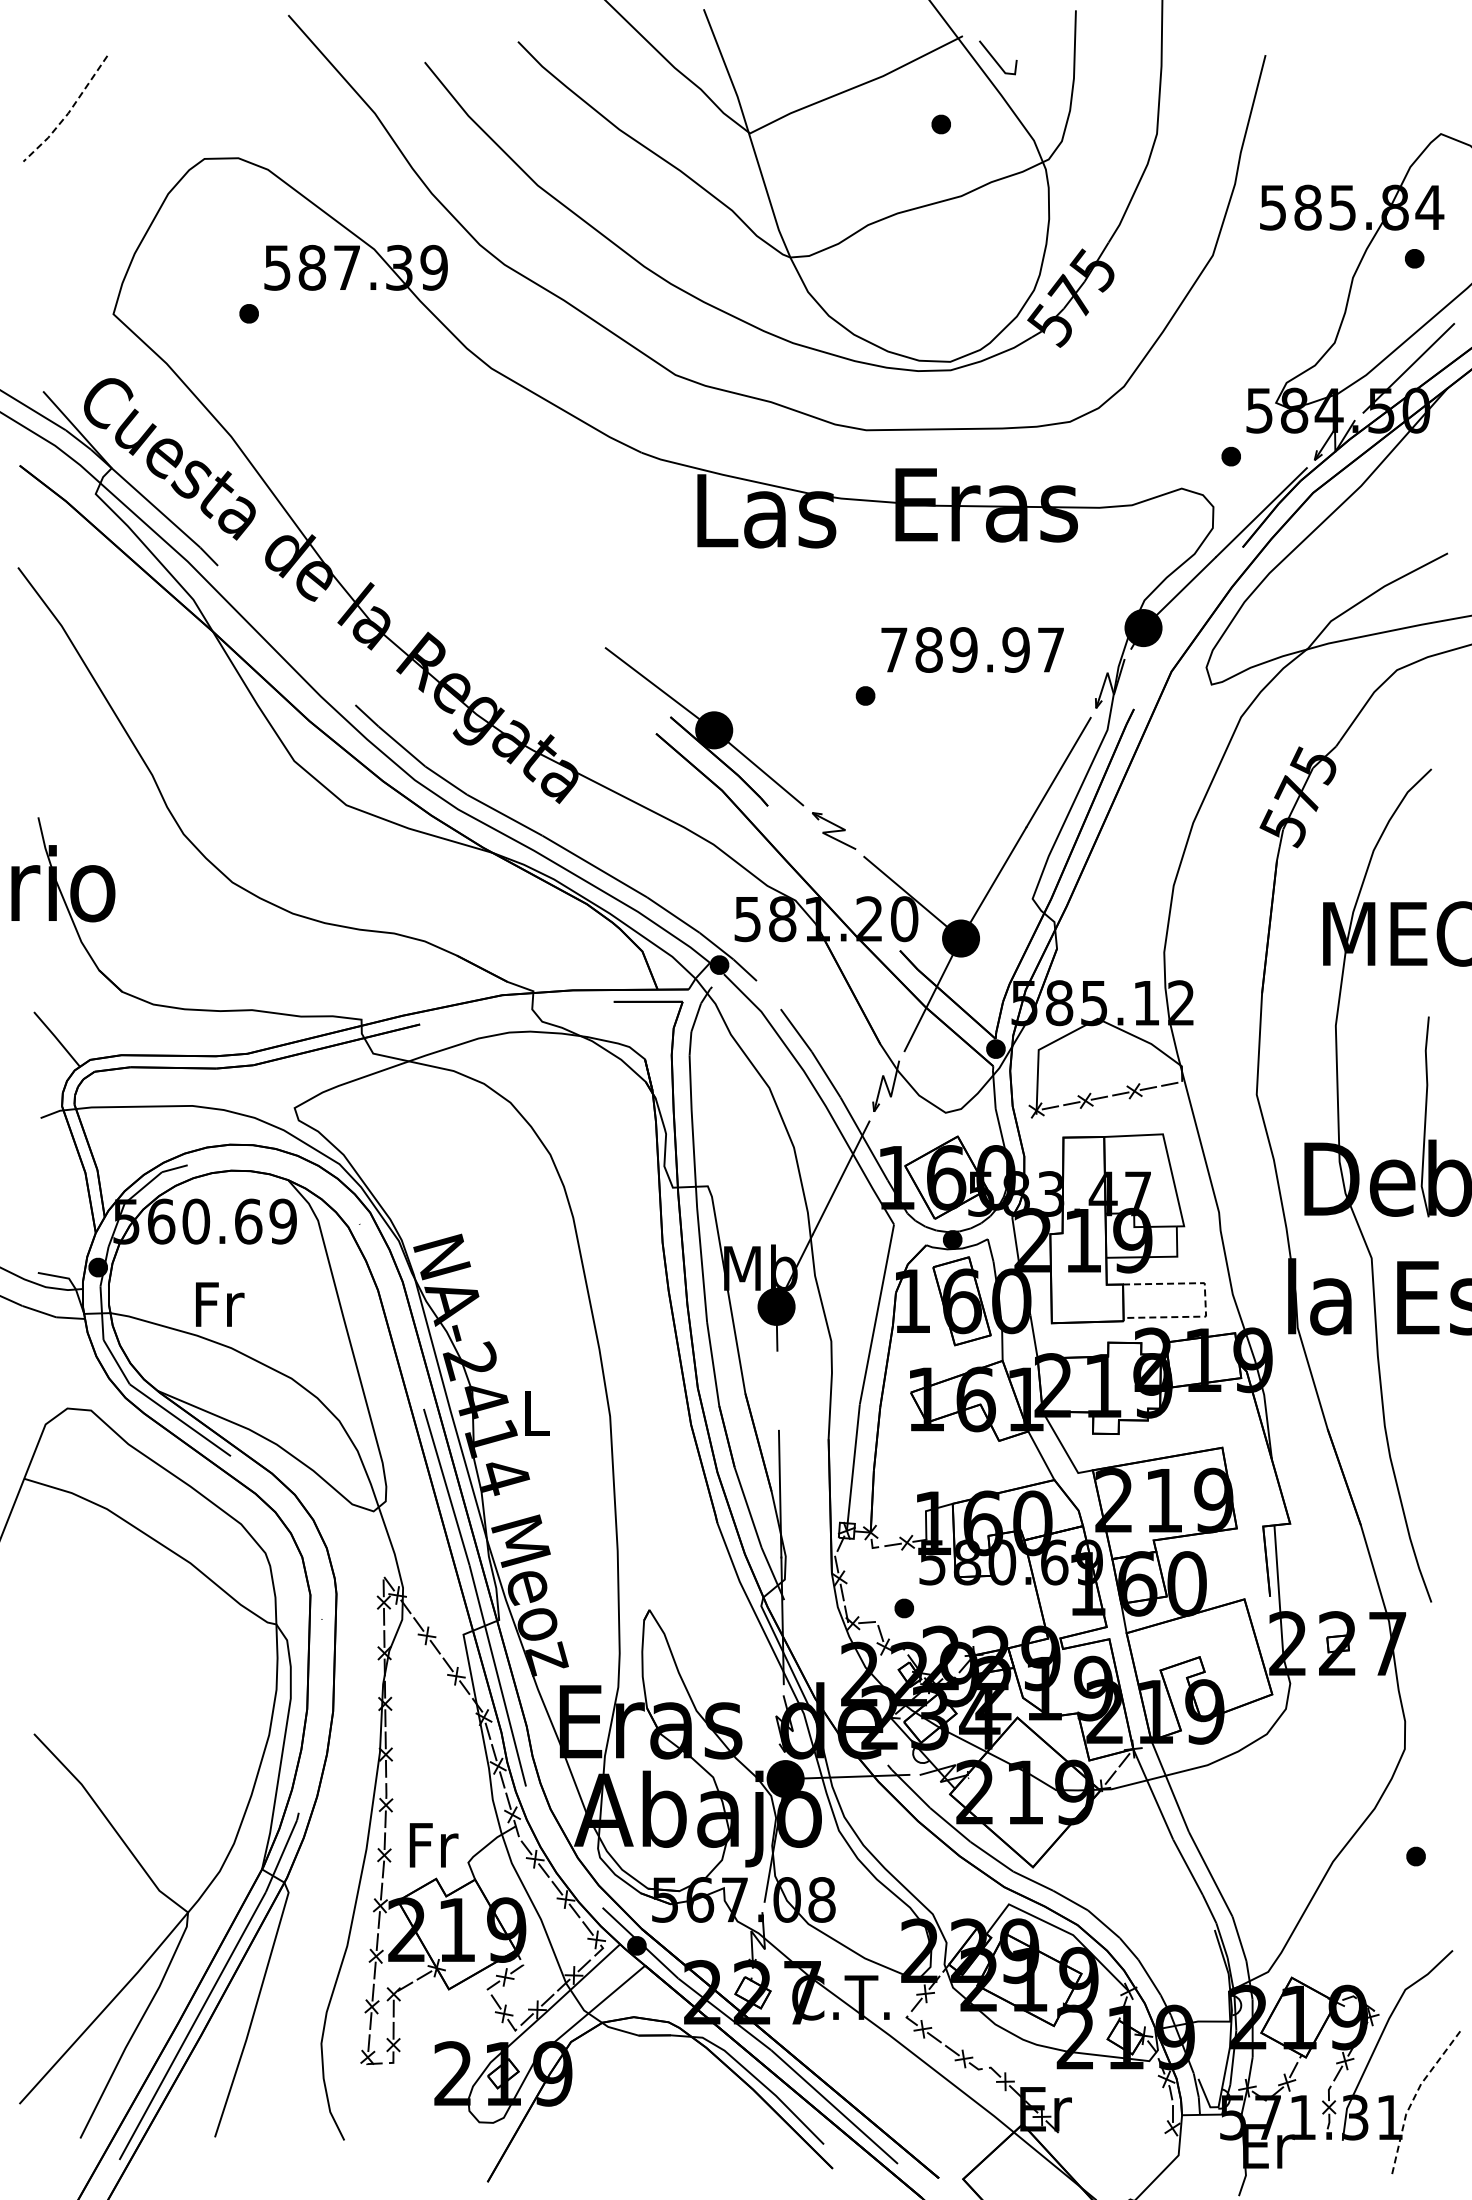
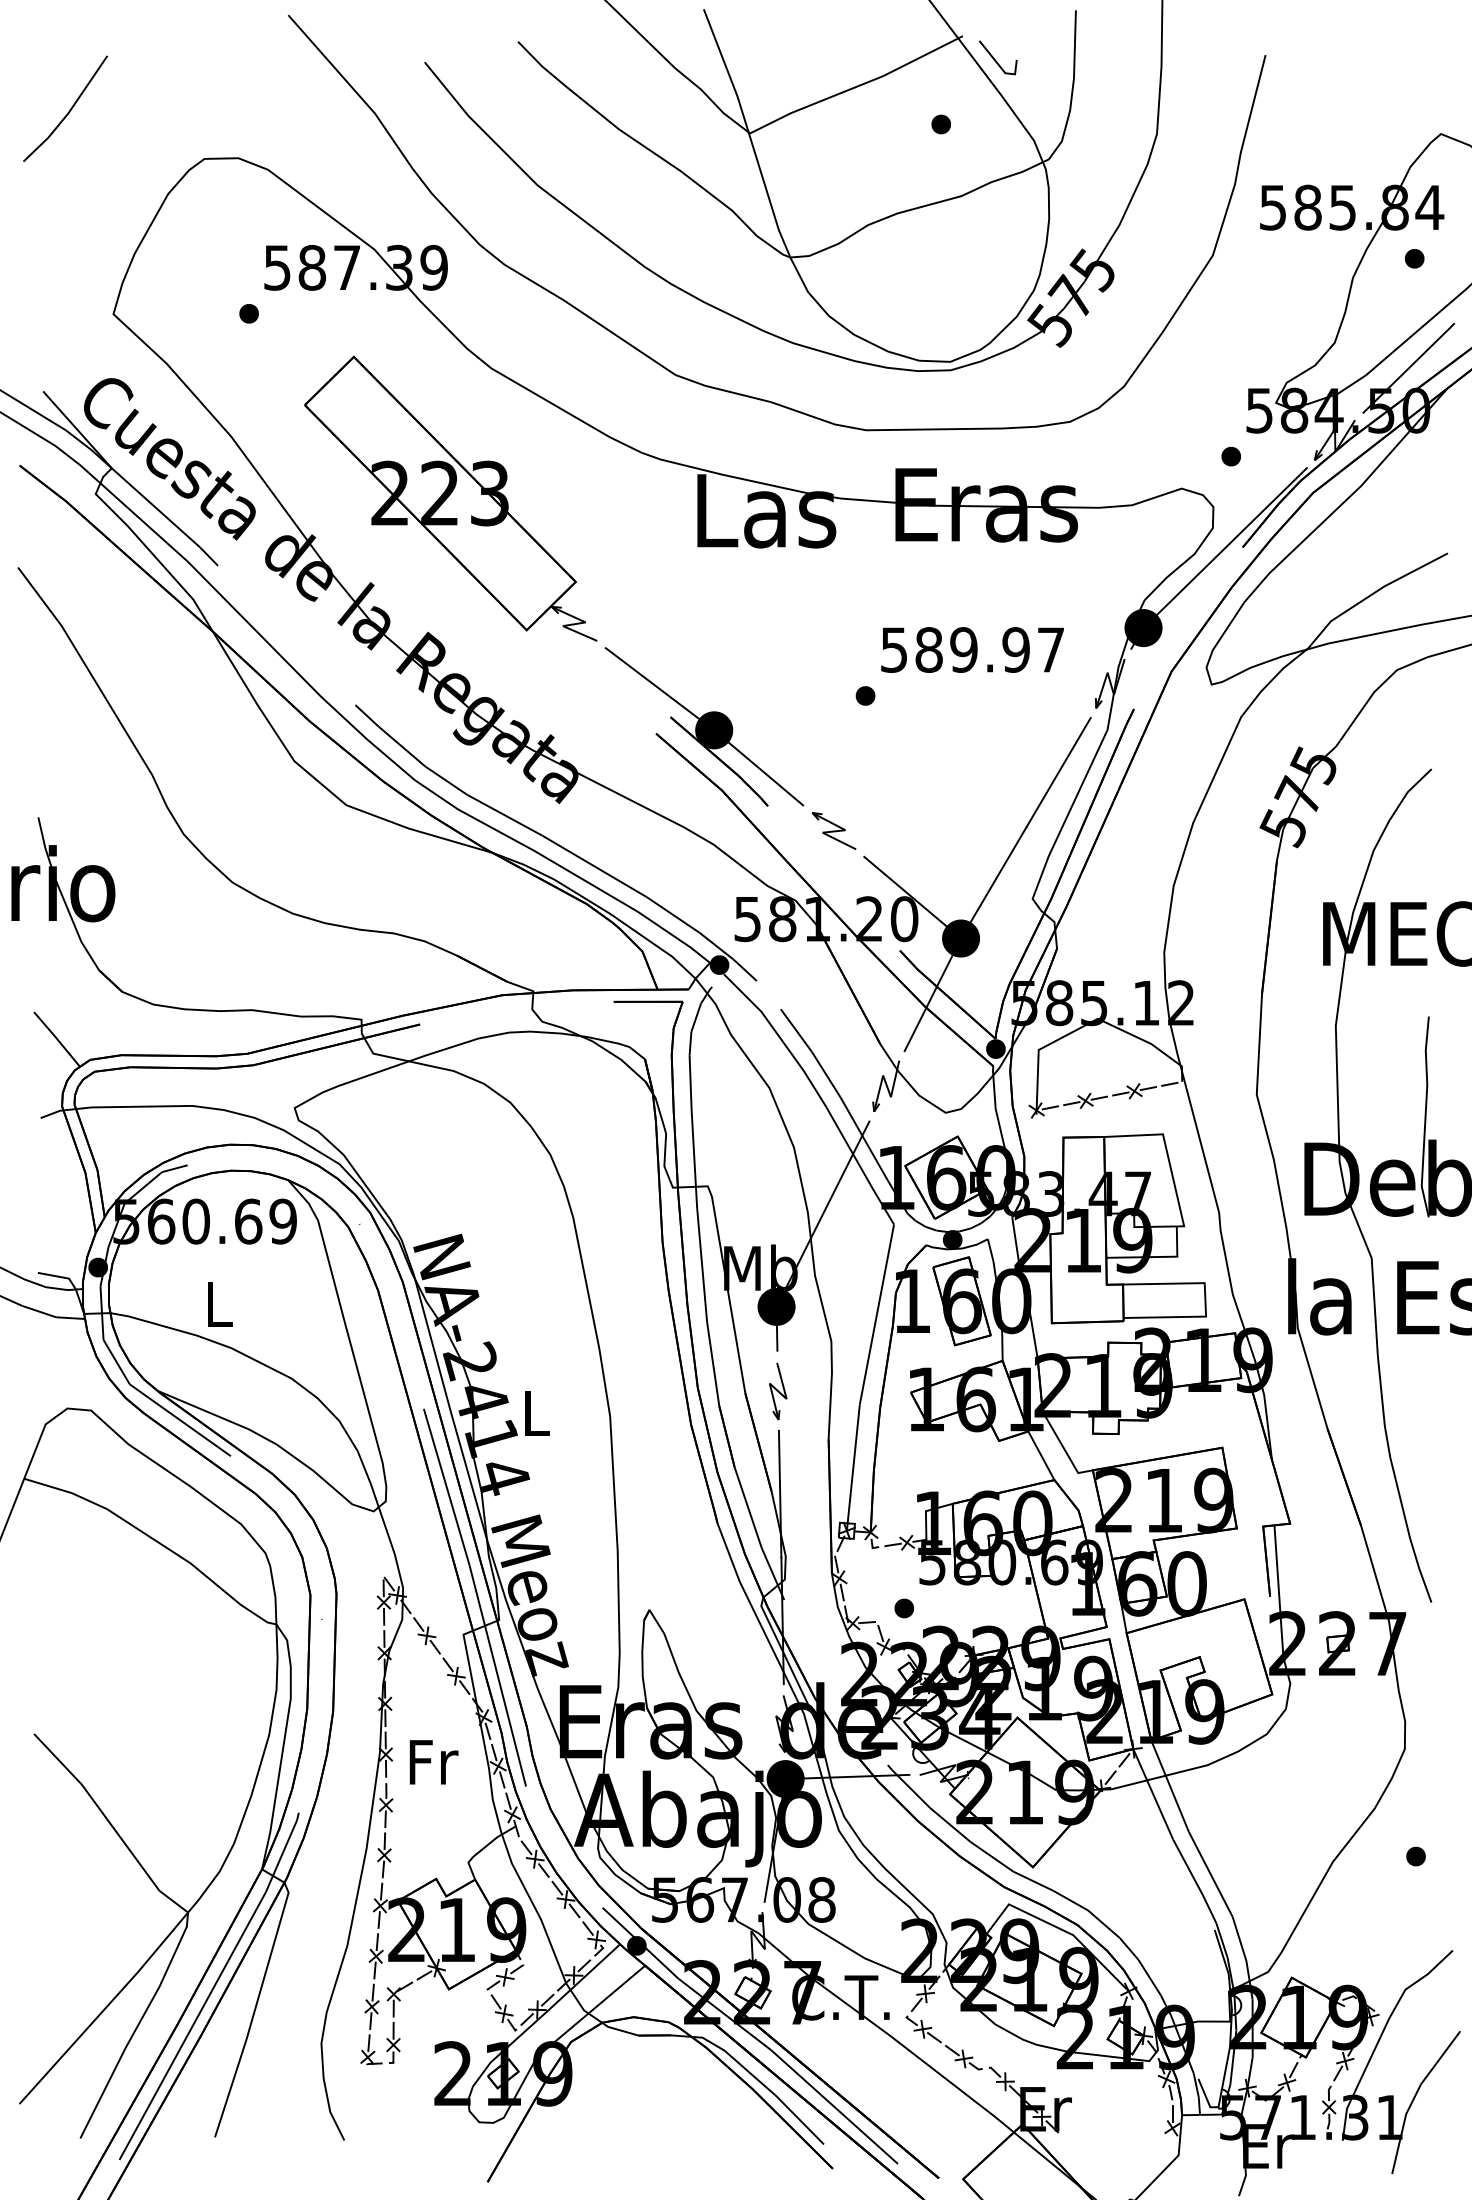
line at (68, 113): dashed -> solid
part at (450, 498): none -> present
text at (894, 649): 789.97 -> 589.97
line at (1205, 1300): dashed -> solid
text at (220, 1304): Fr -> L
part at (778, 1391): none -> present
text at (433, 1845) position: (433, 1845) -> (433, 1762)
line at (1414, 2097): dashed -> solid
